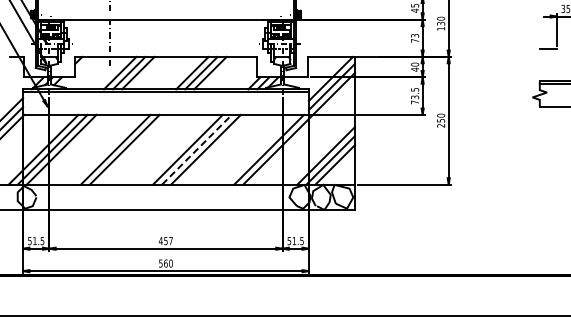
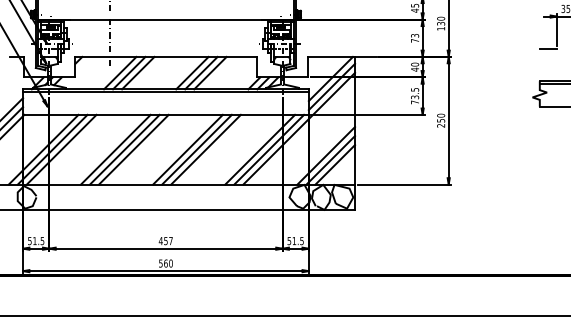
line at (133, 149): none -> present
line at (197, 149): dashed -> solid
line at (260, 149): none -> present
